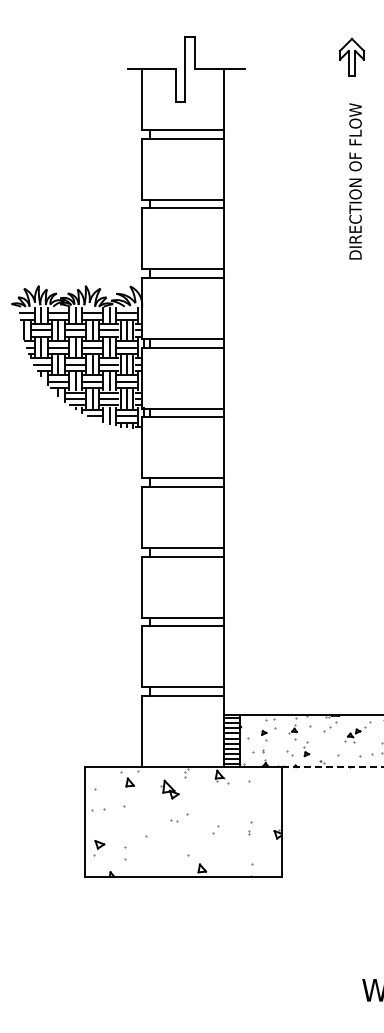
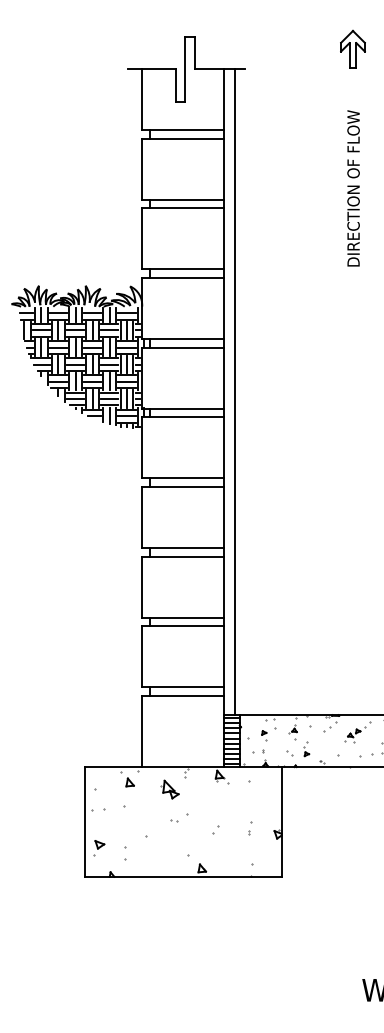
part at (351, 56) position: (351, 56) -> (352, 48)
text at (355, 181) position: (355, 181) -> (353, 188)
line at (234, 391): none -> present
line at (332, 767): dashed -> solid
